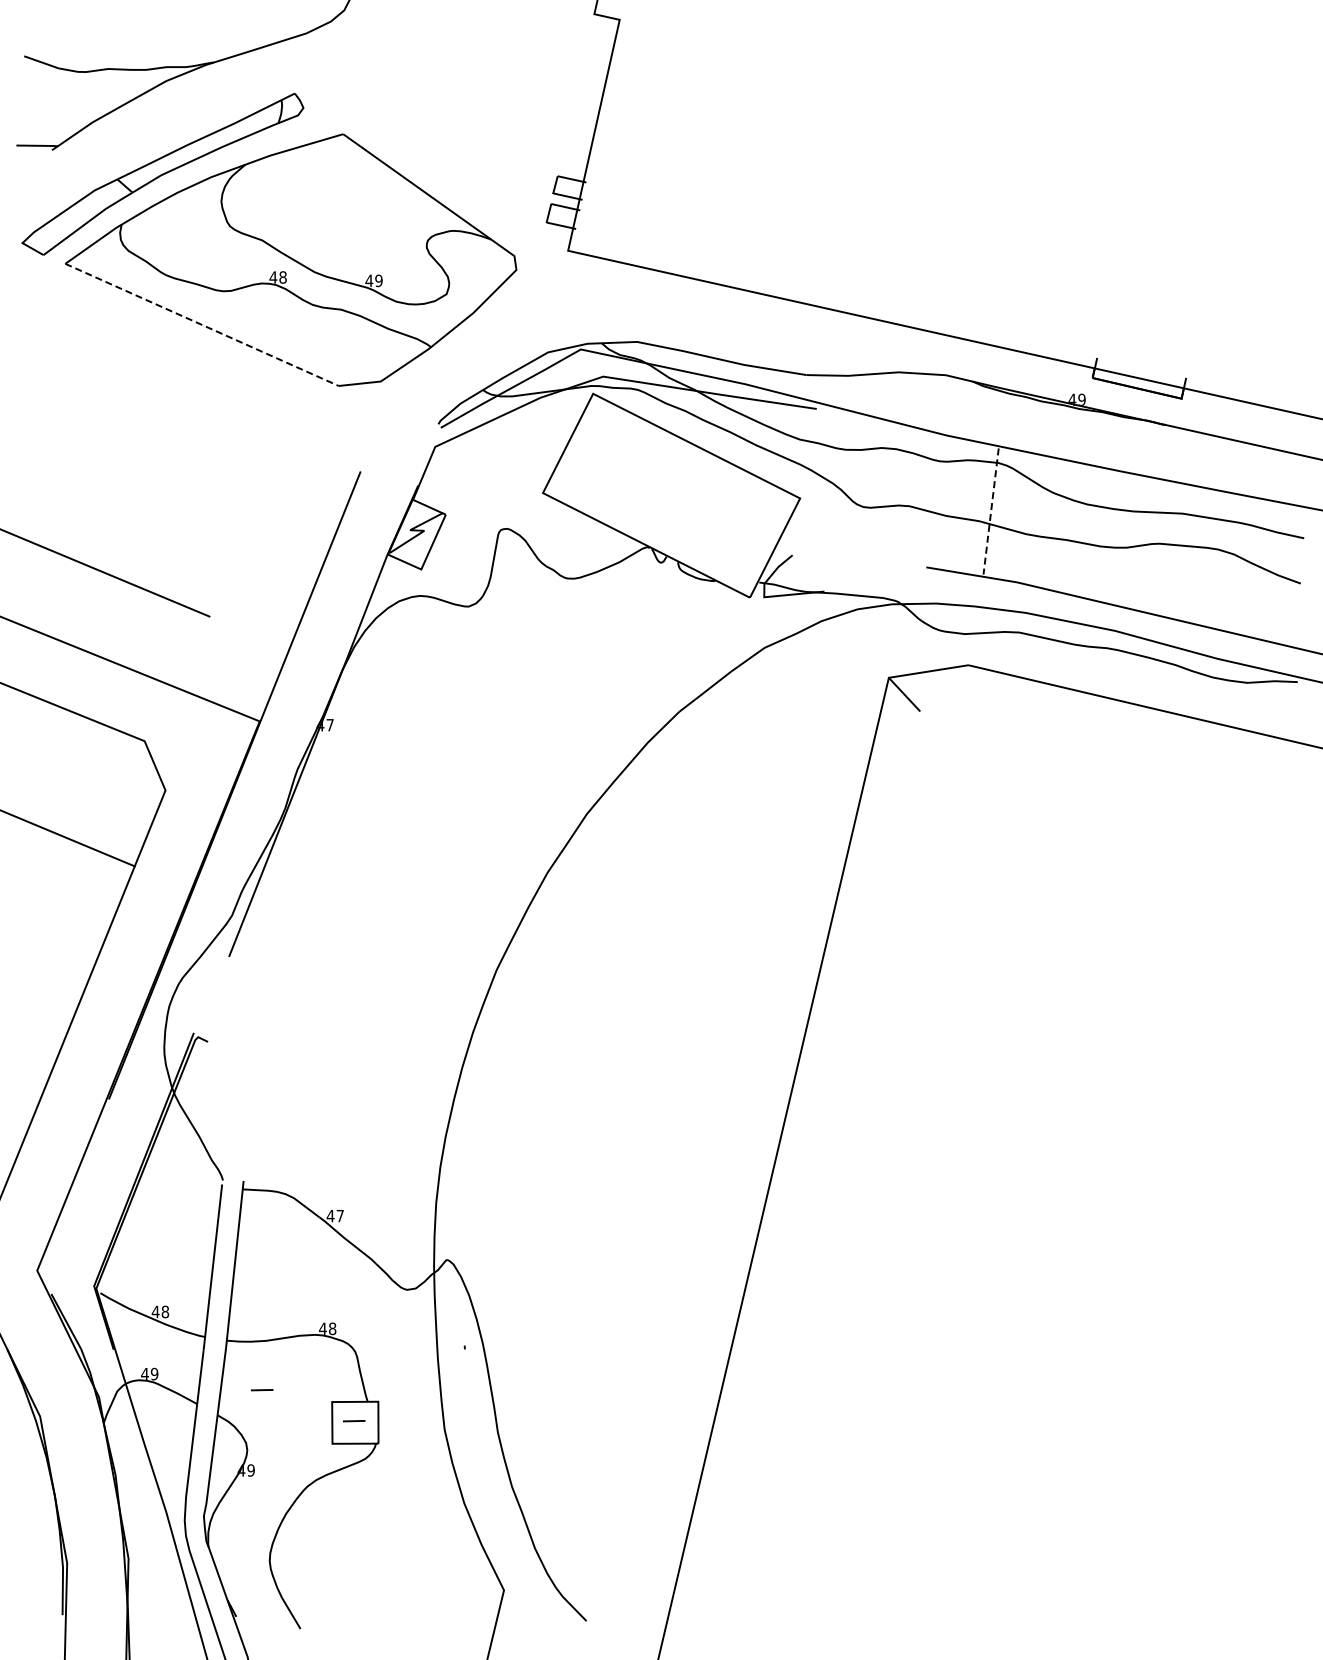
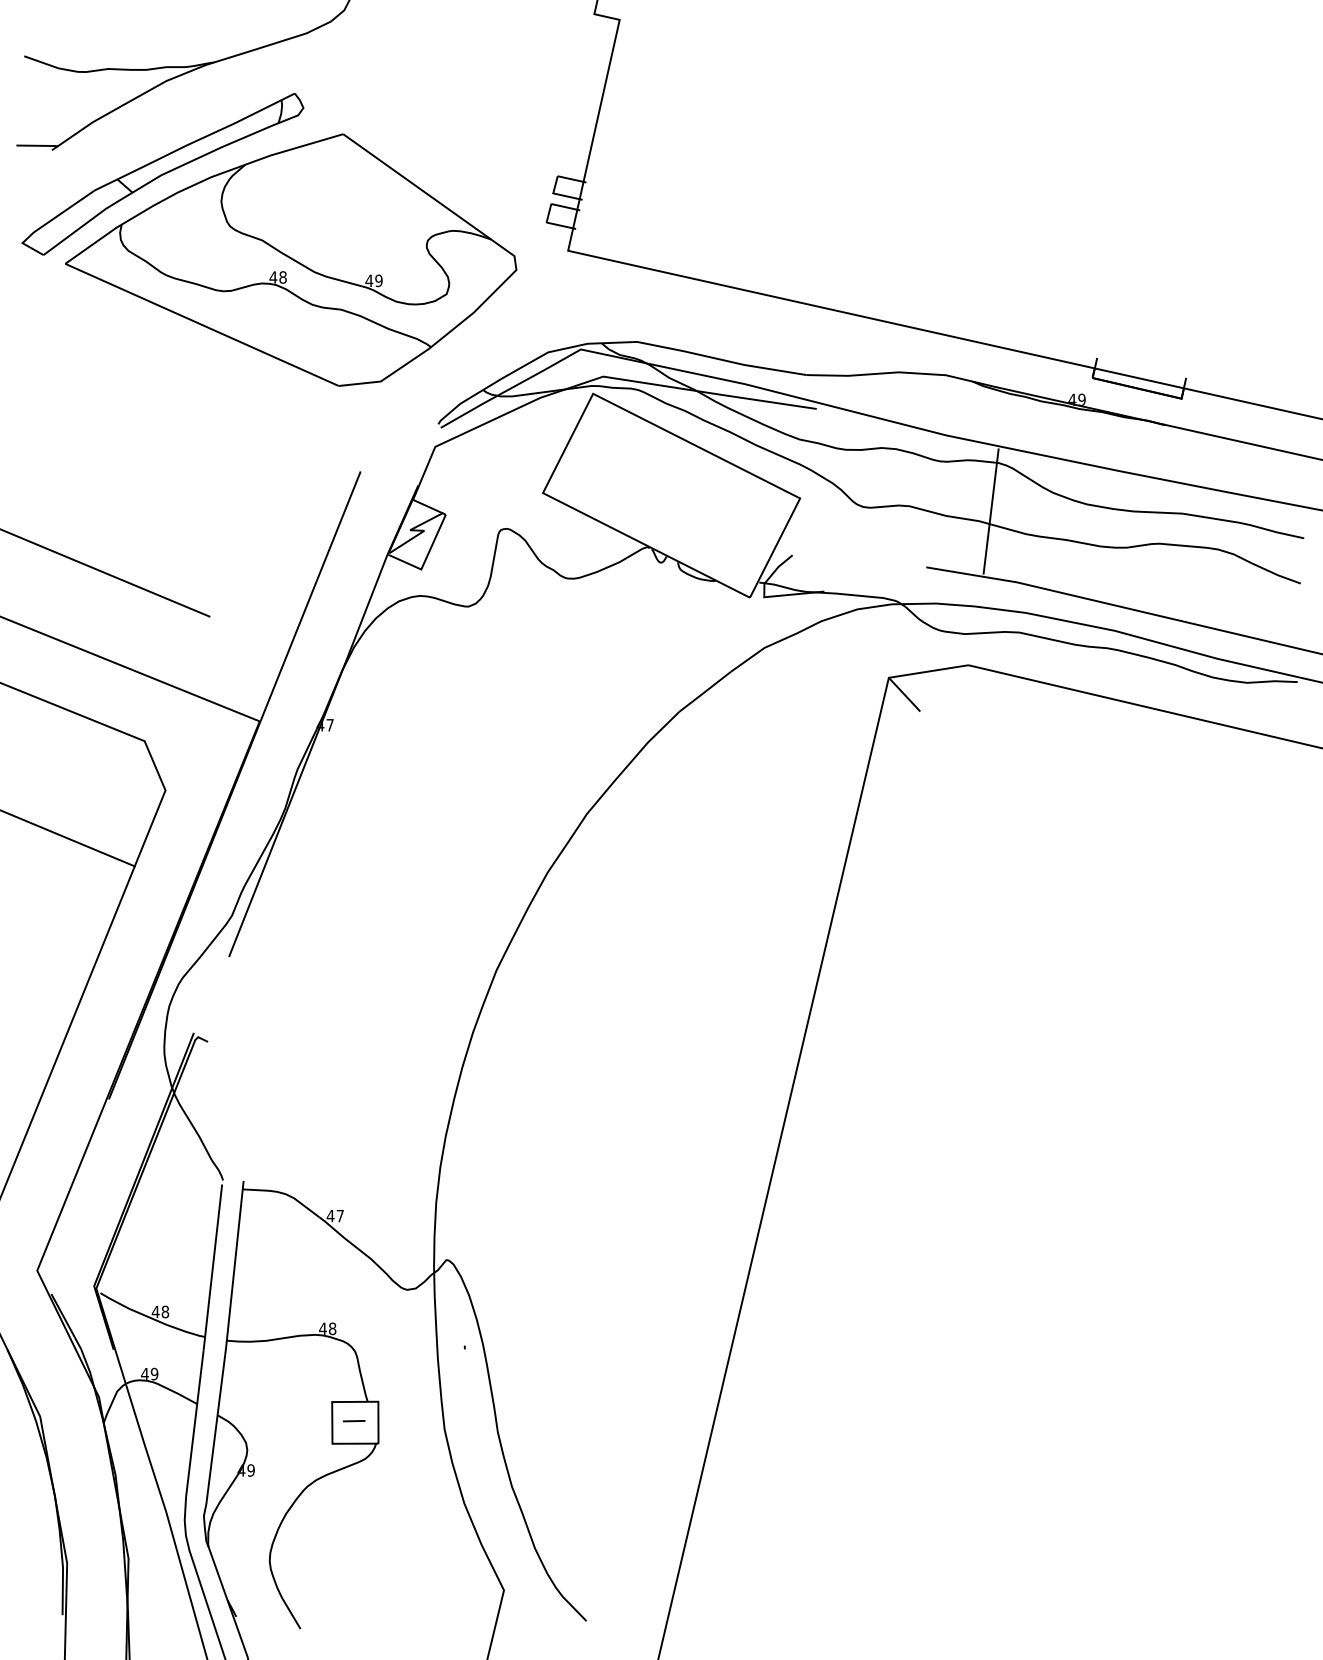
line at (202, 324): dashed -> solid
line at (991, 511): dashed -> solid
line at (262, 1390): present -> none
